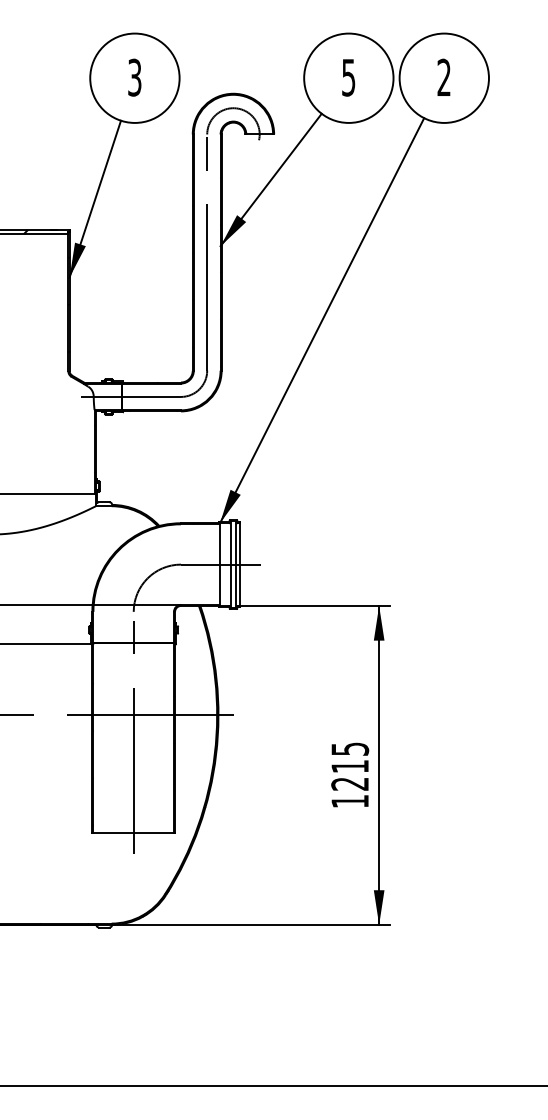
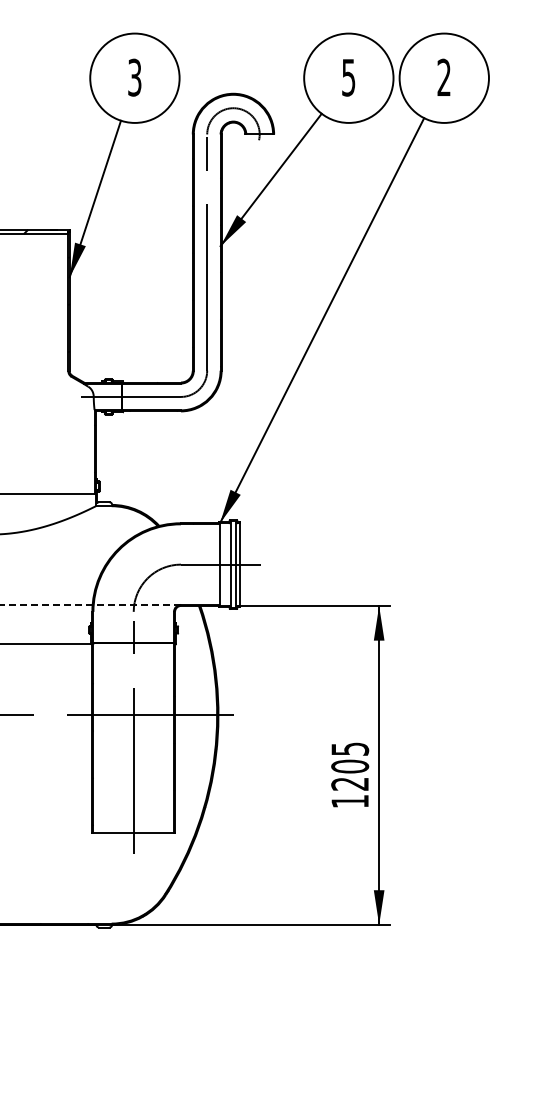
line at (90, 604): solid -> dashed
text at (350, 766): 1215 -> 1205
line at (273, 1086): present -> none
